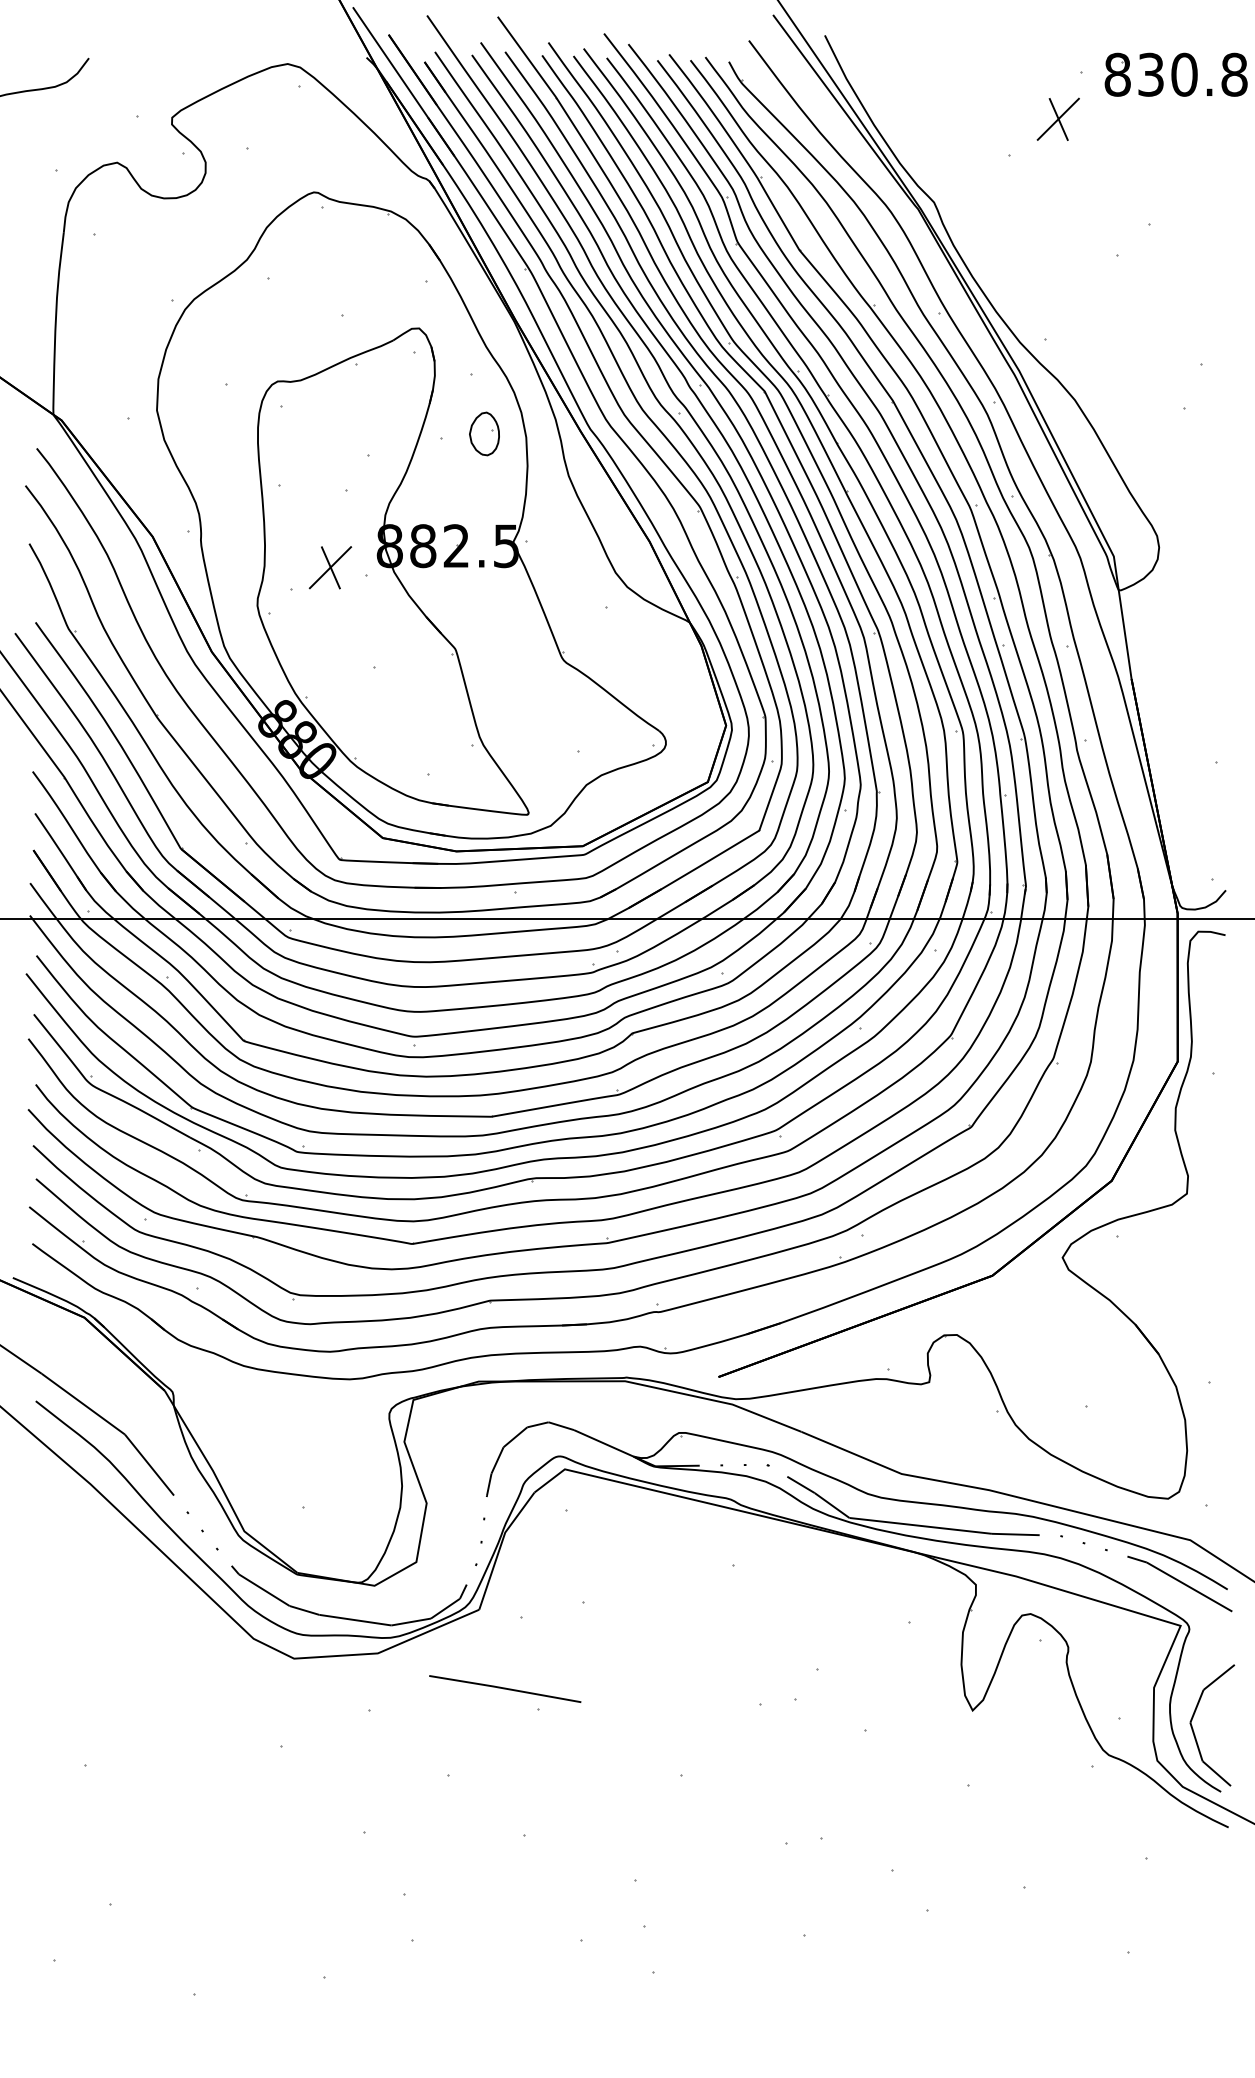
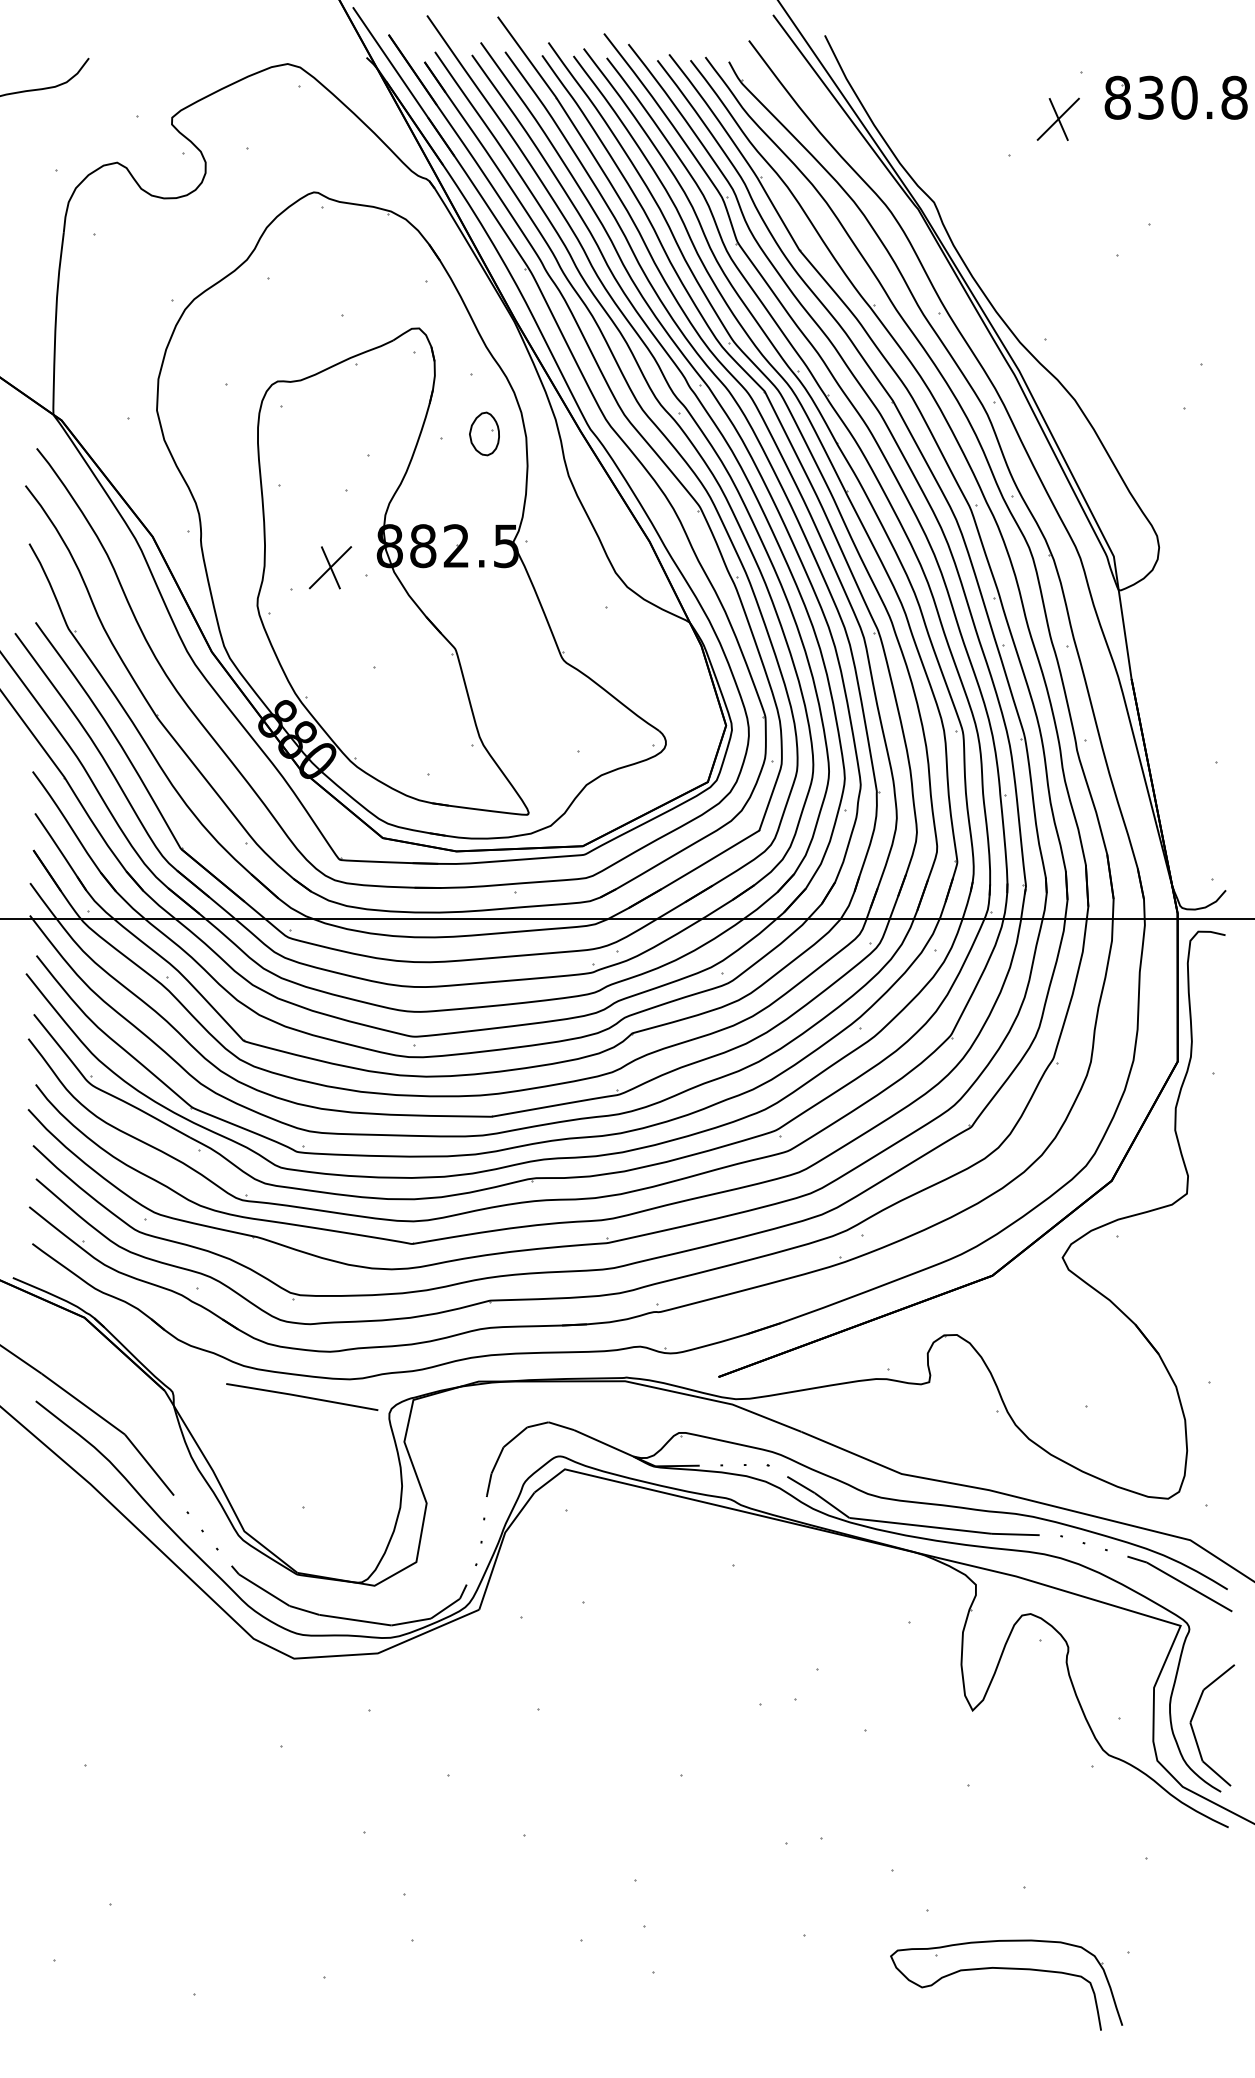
part at (1175, 74) position: (1175, 74) -> (1175, 97)
line at (505, 1688) position: (505, 1688) -> (302, 1396)
part at (1006, 1969): none -> present
